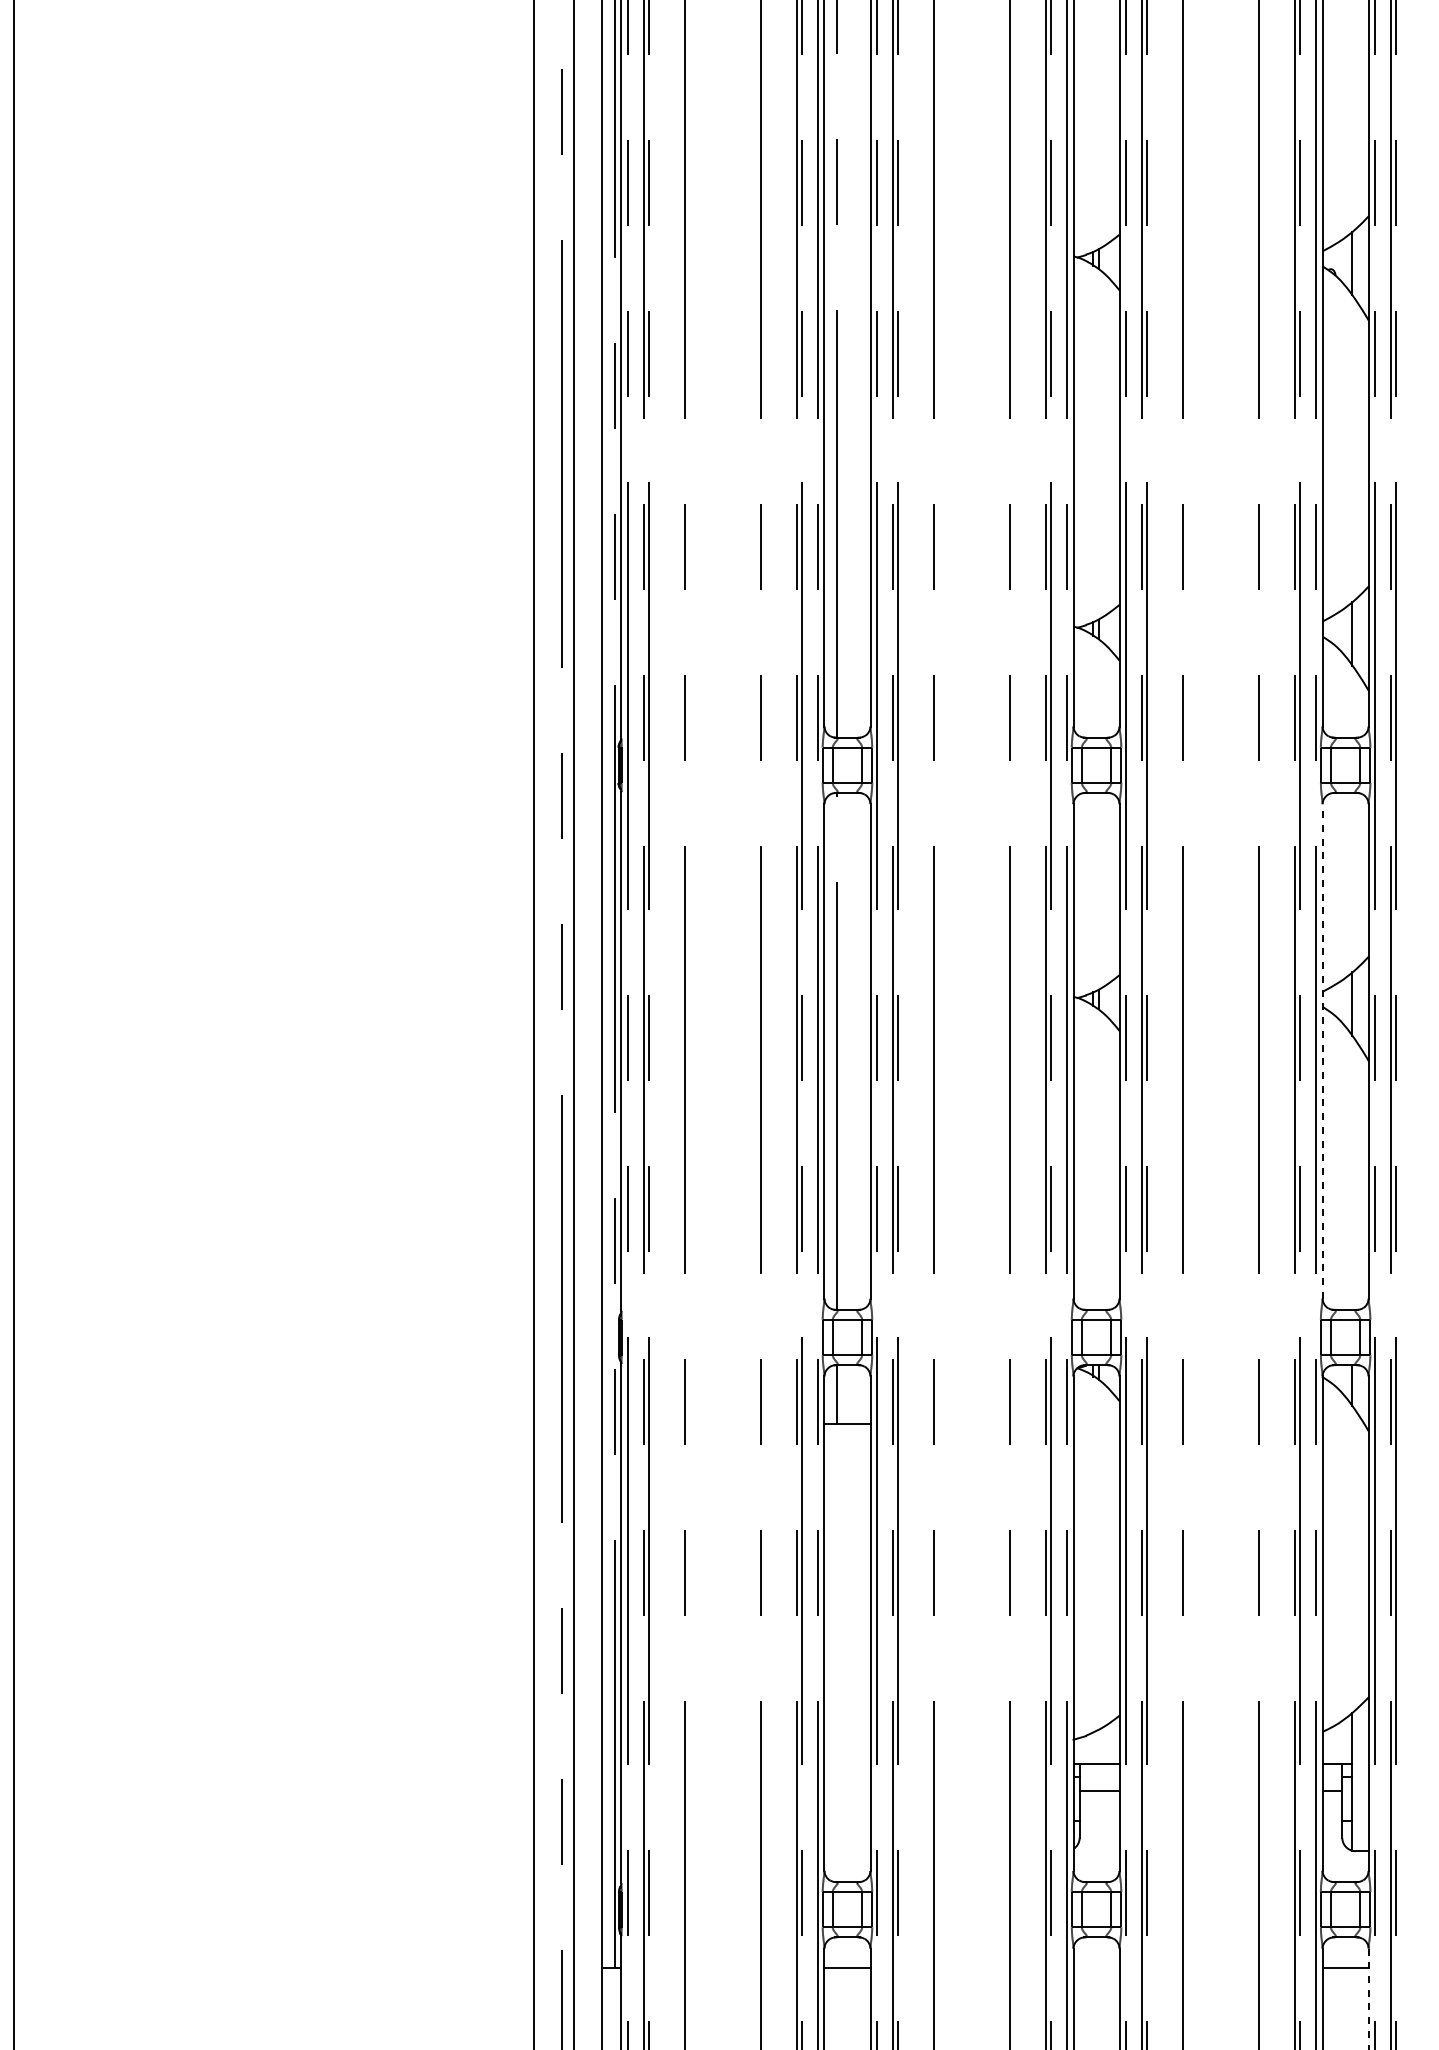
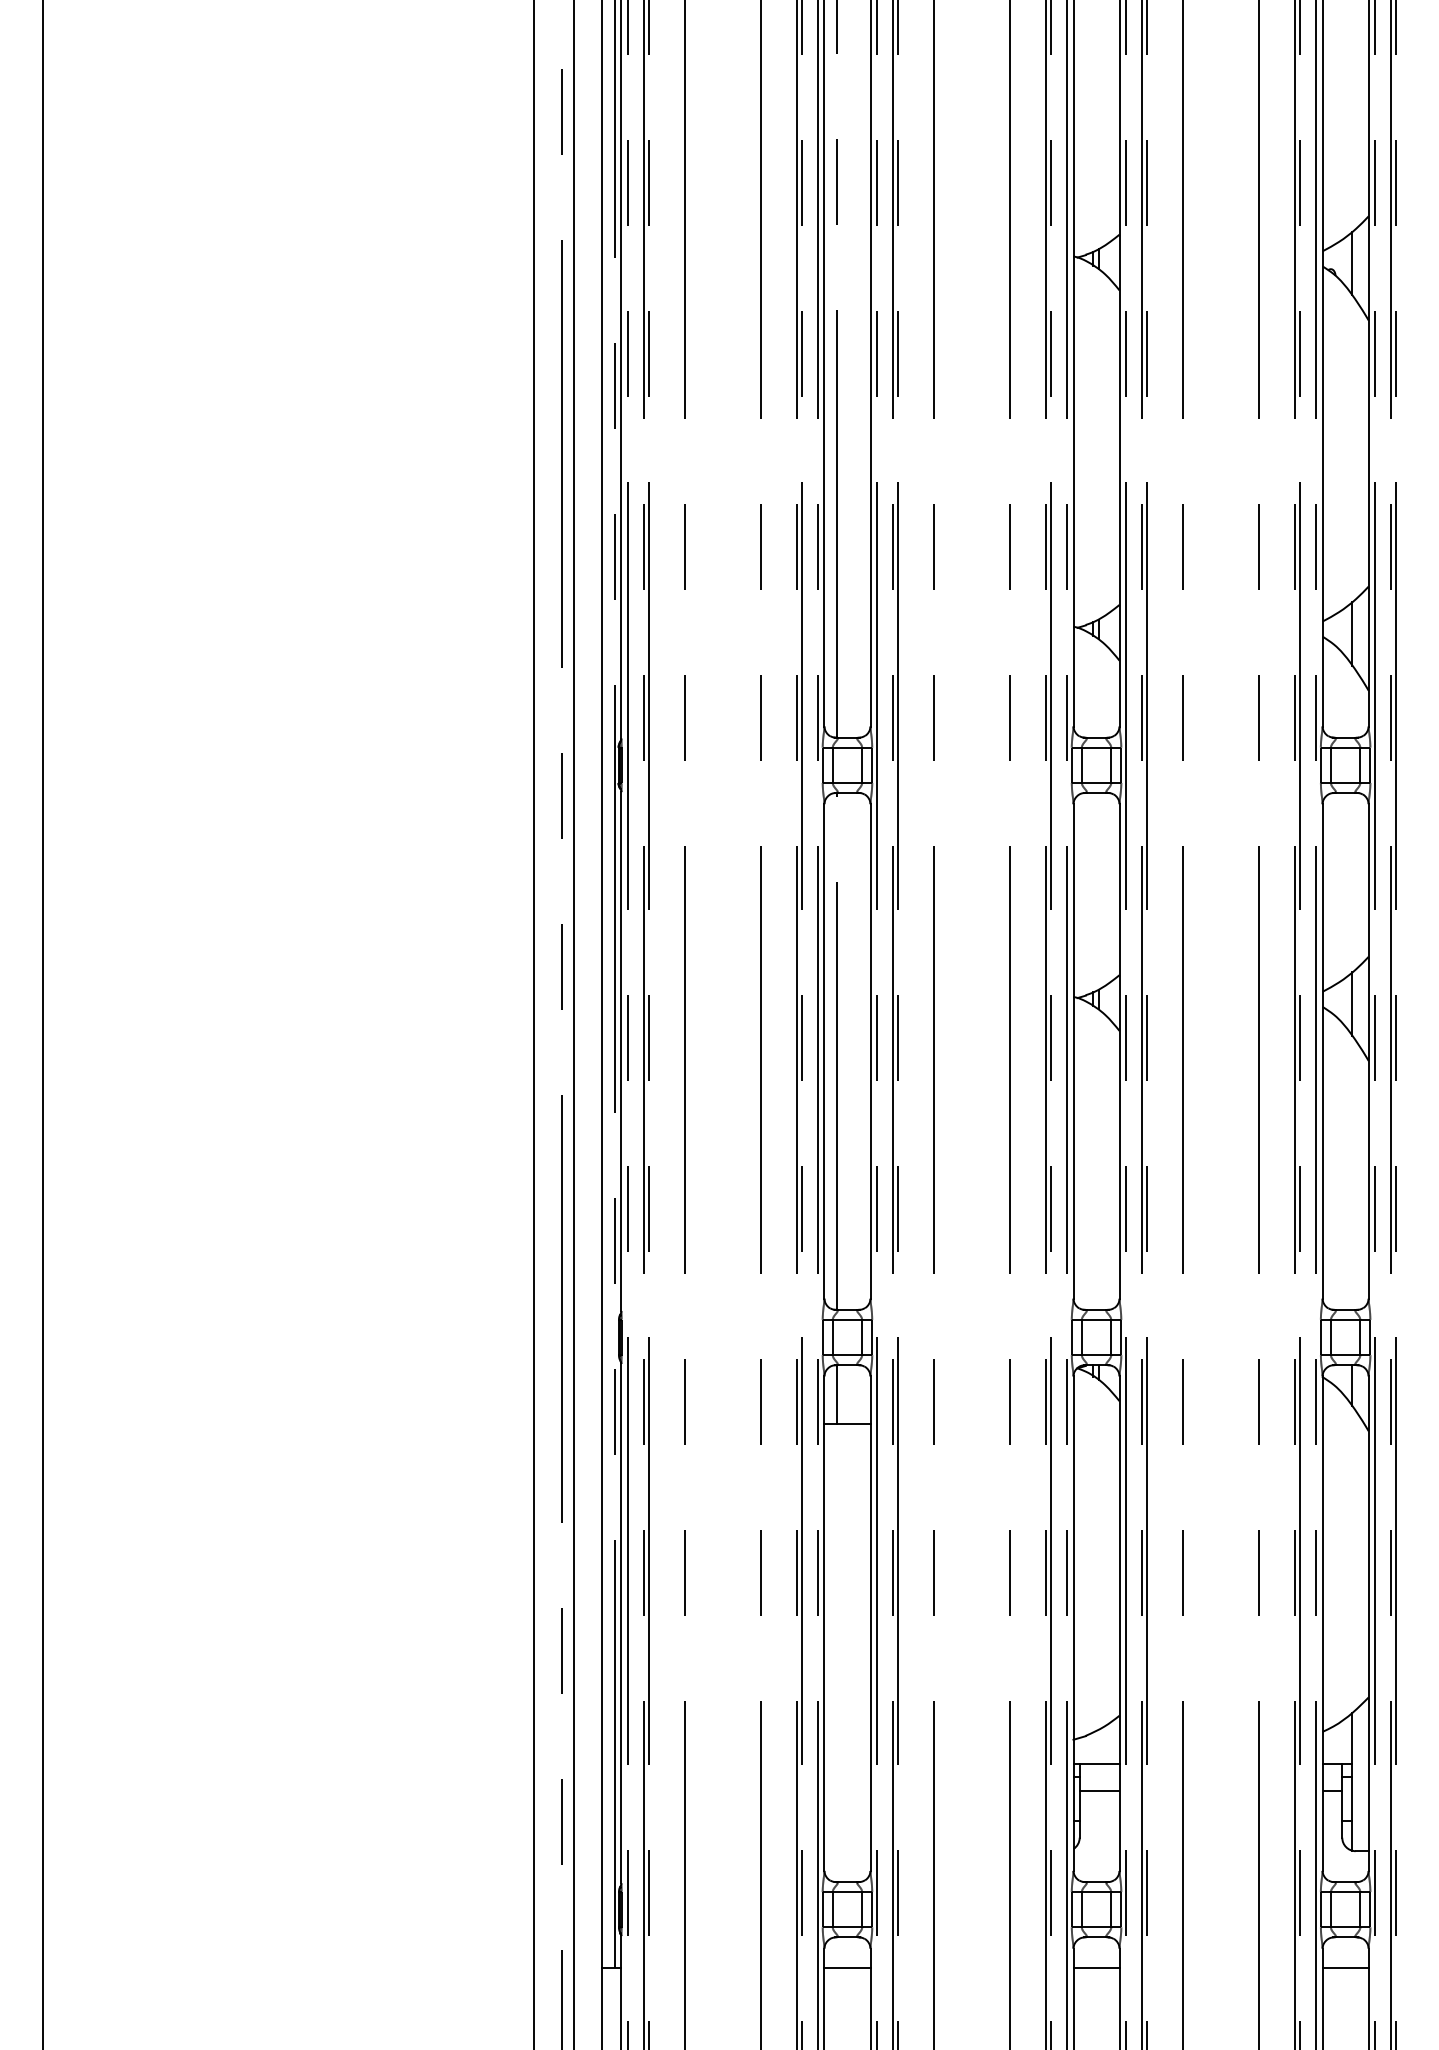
line at (14, 1024) position: (14, 1024) -> (43, 1024)
line at (1322, 1050): dashed -> solid
line at (1096, 1967): none -> present
line at (1368, 1999): dashed -> solid
